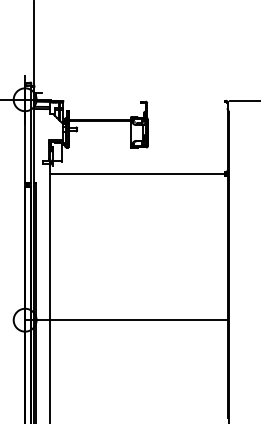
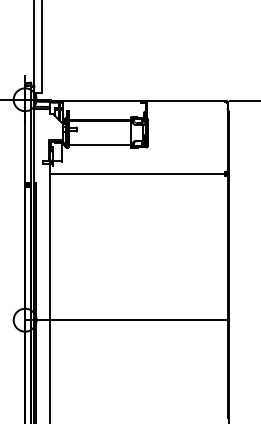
line at (41, 47): none -> present
line at (142, 100): none -> present
line at (99, 144): none -> present
